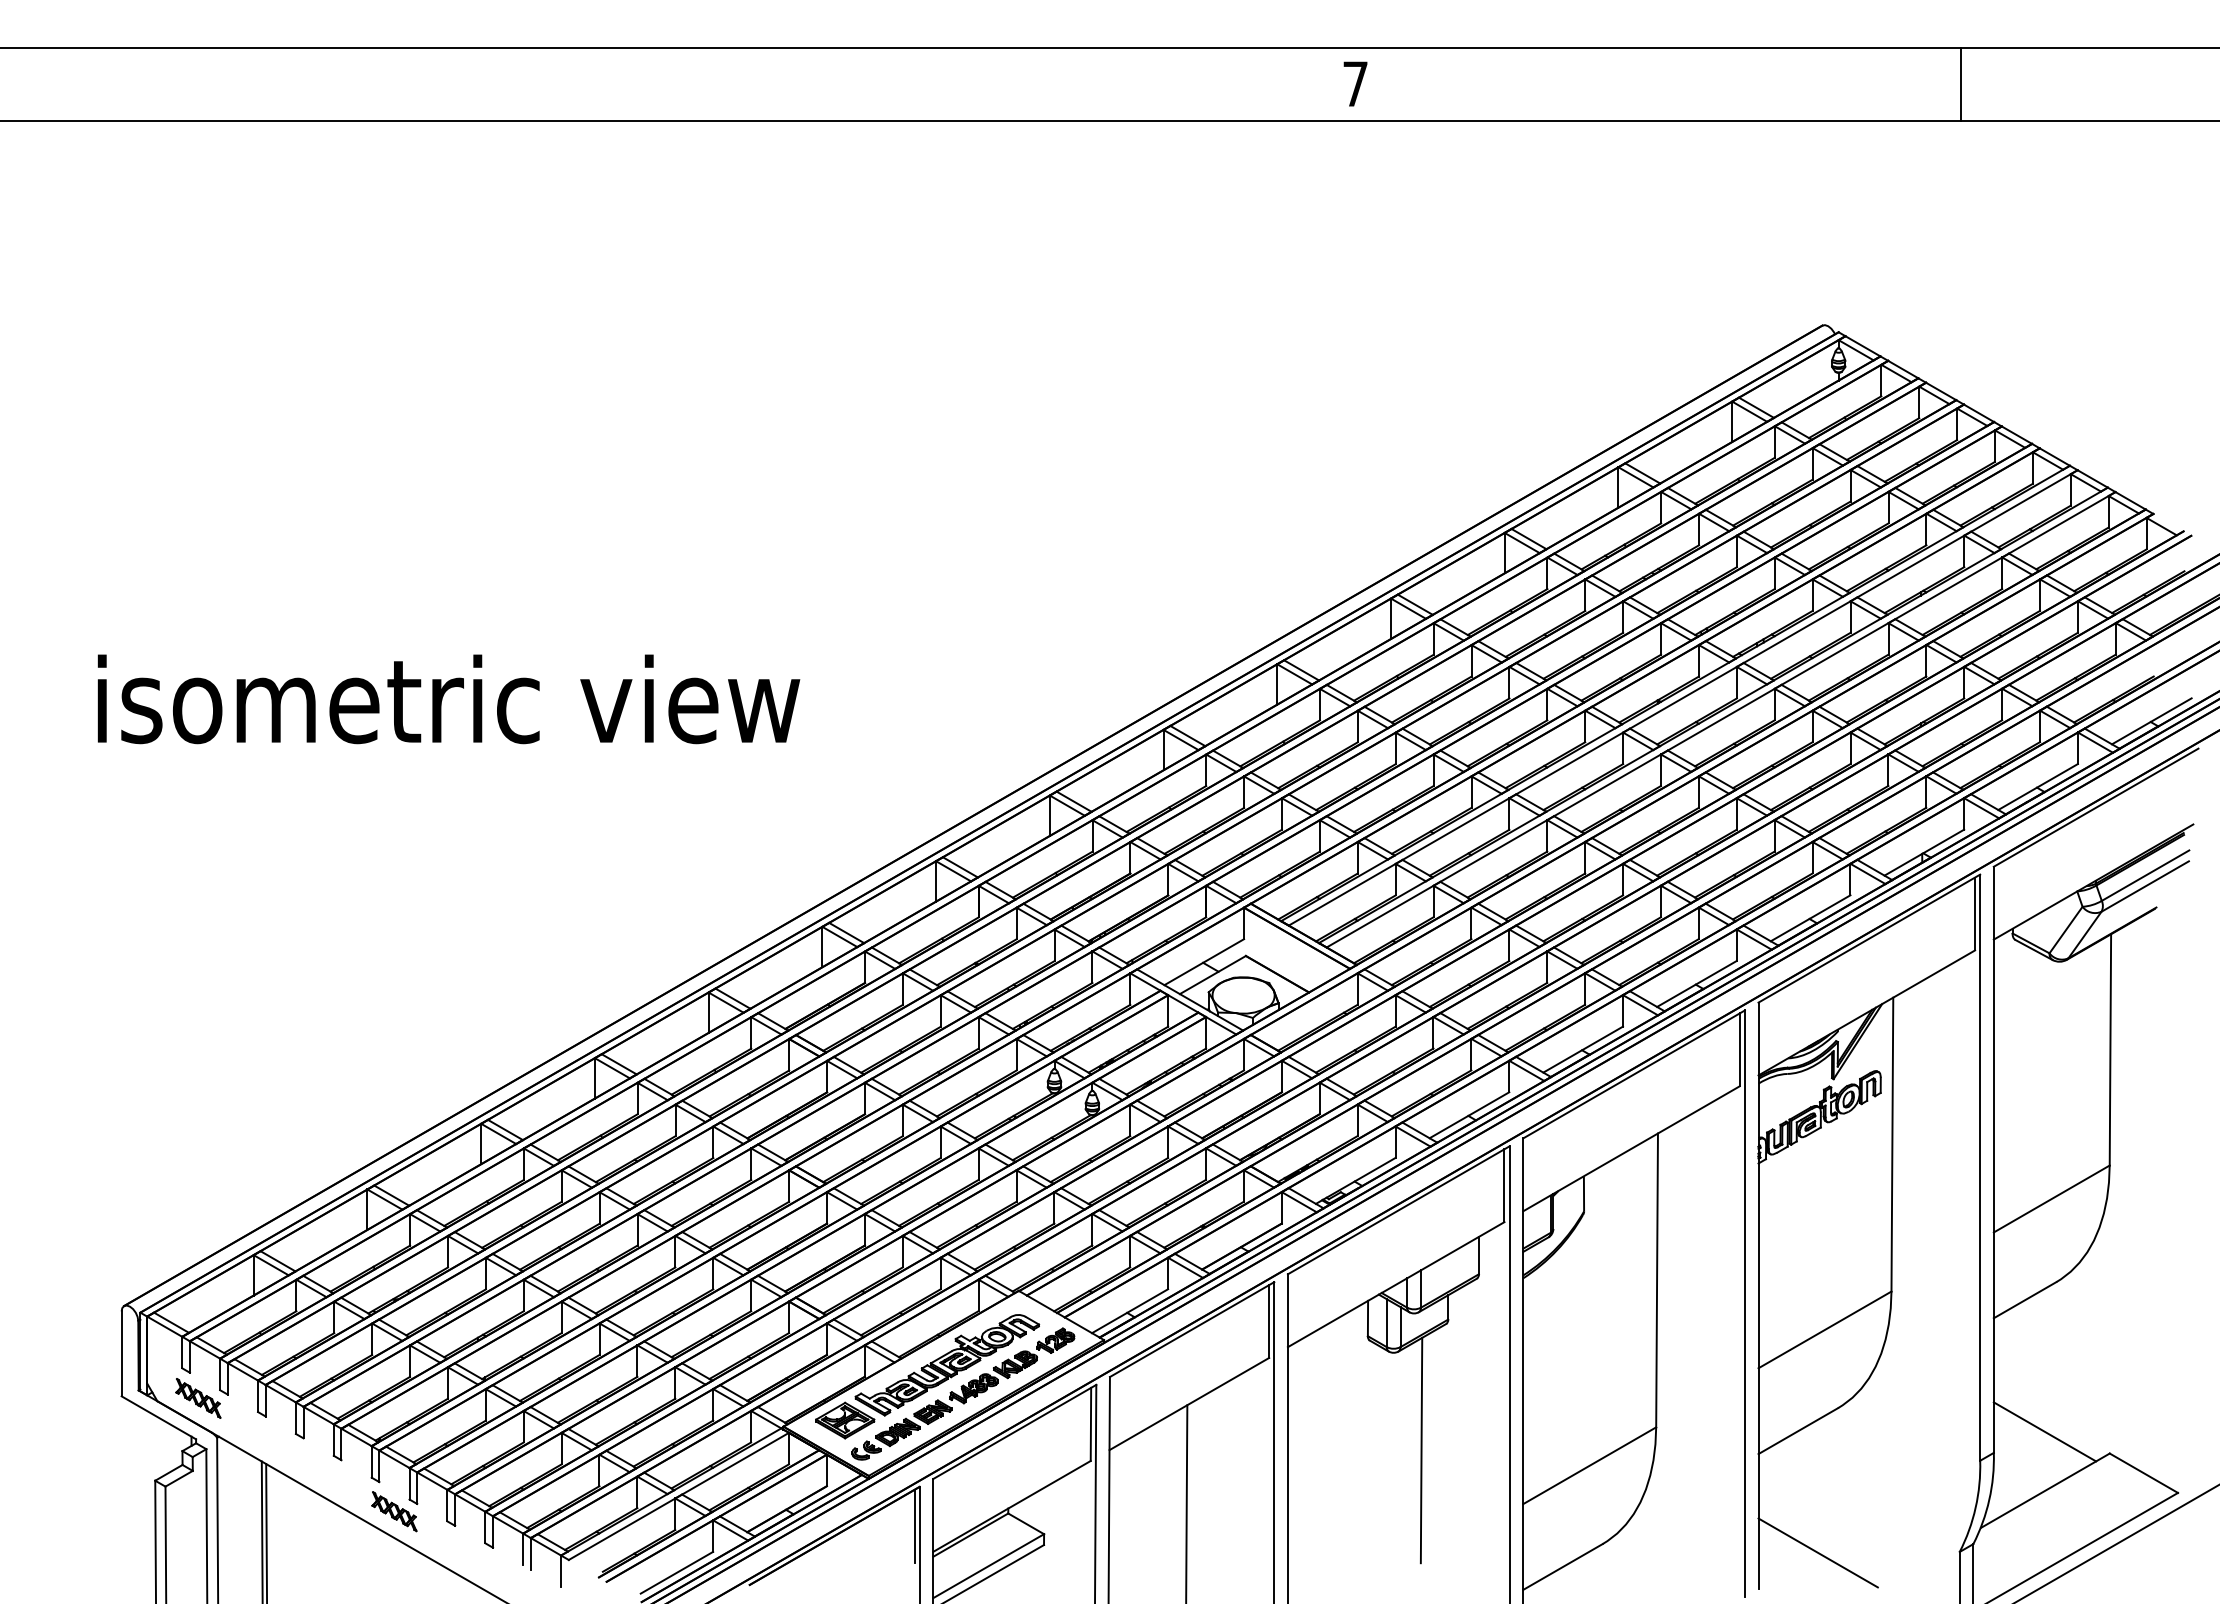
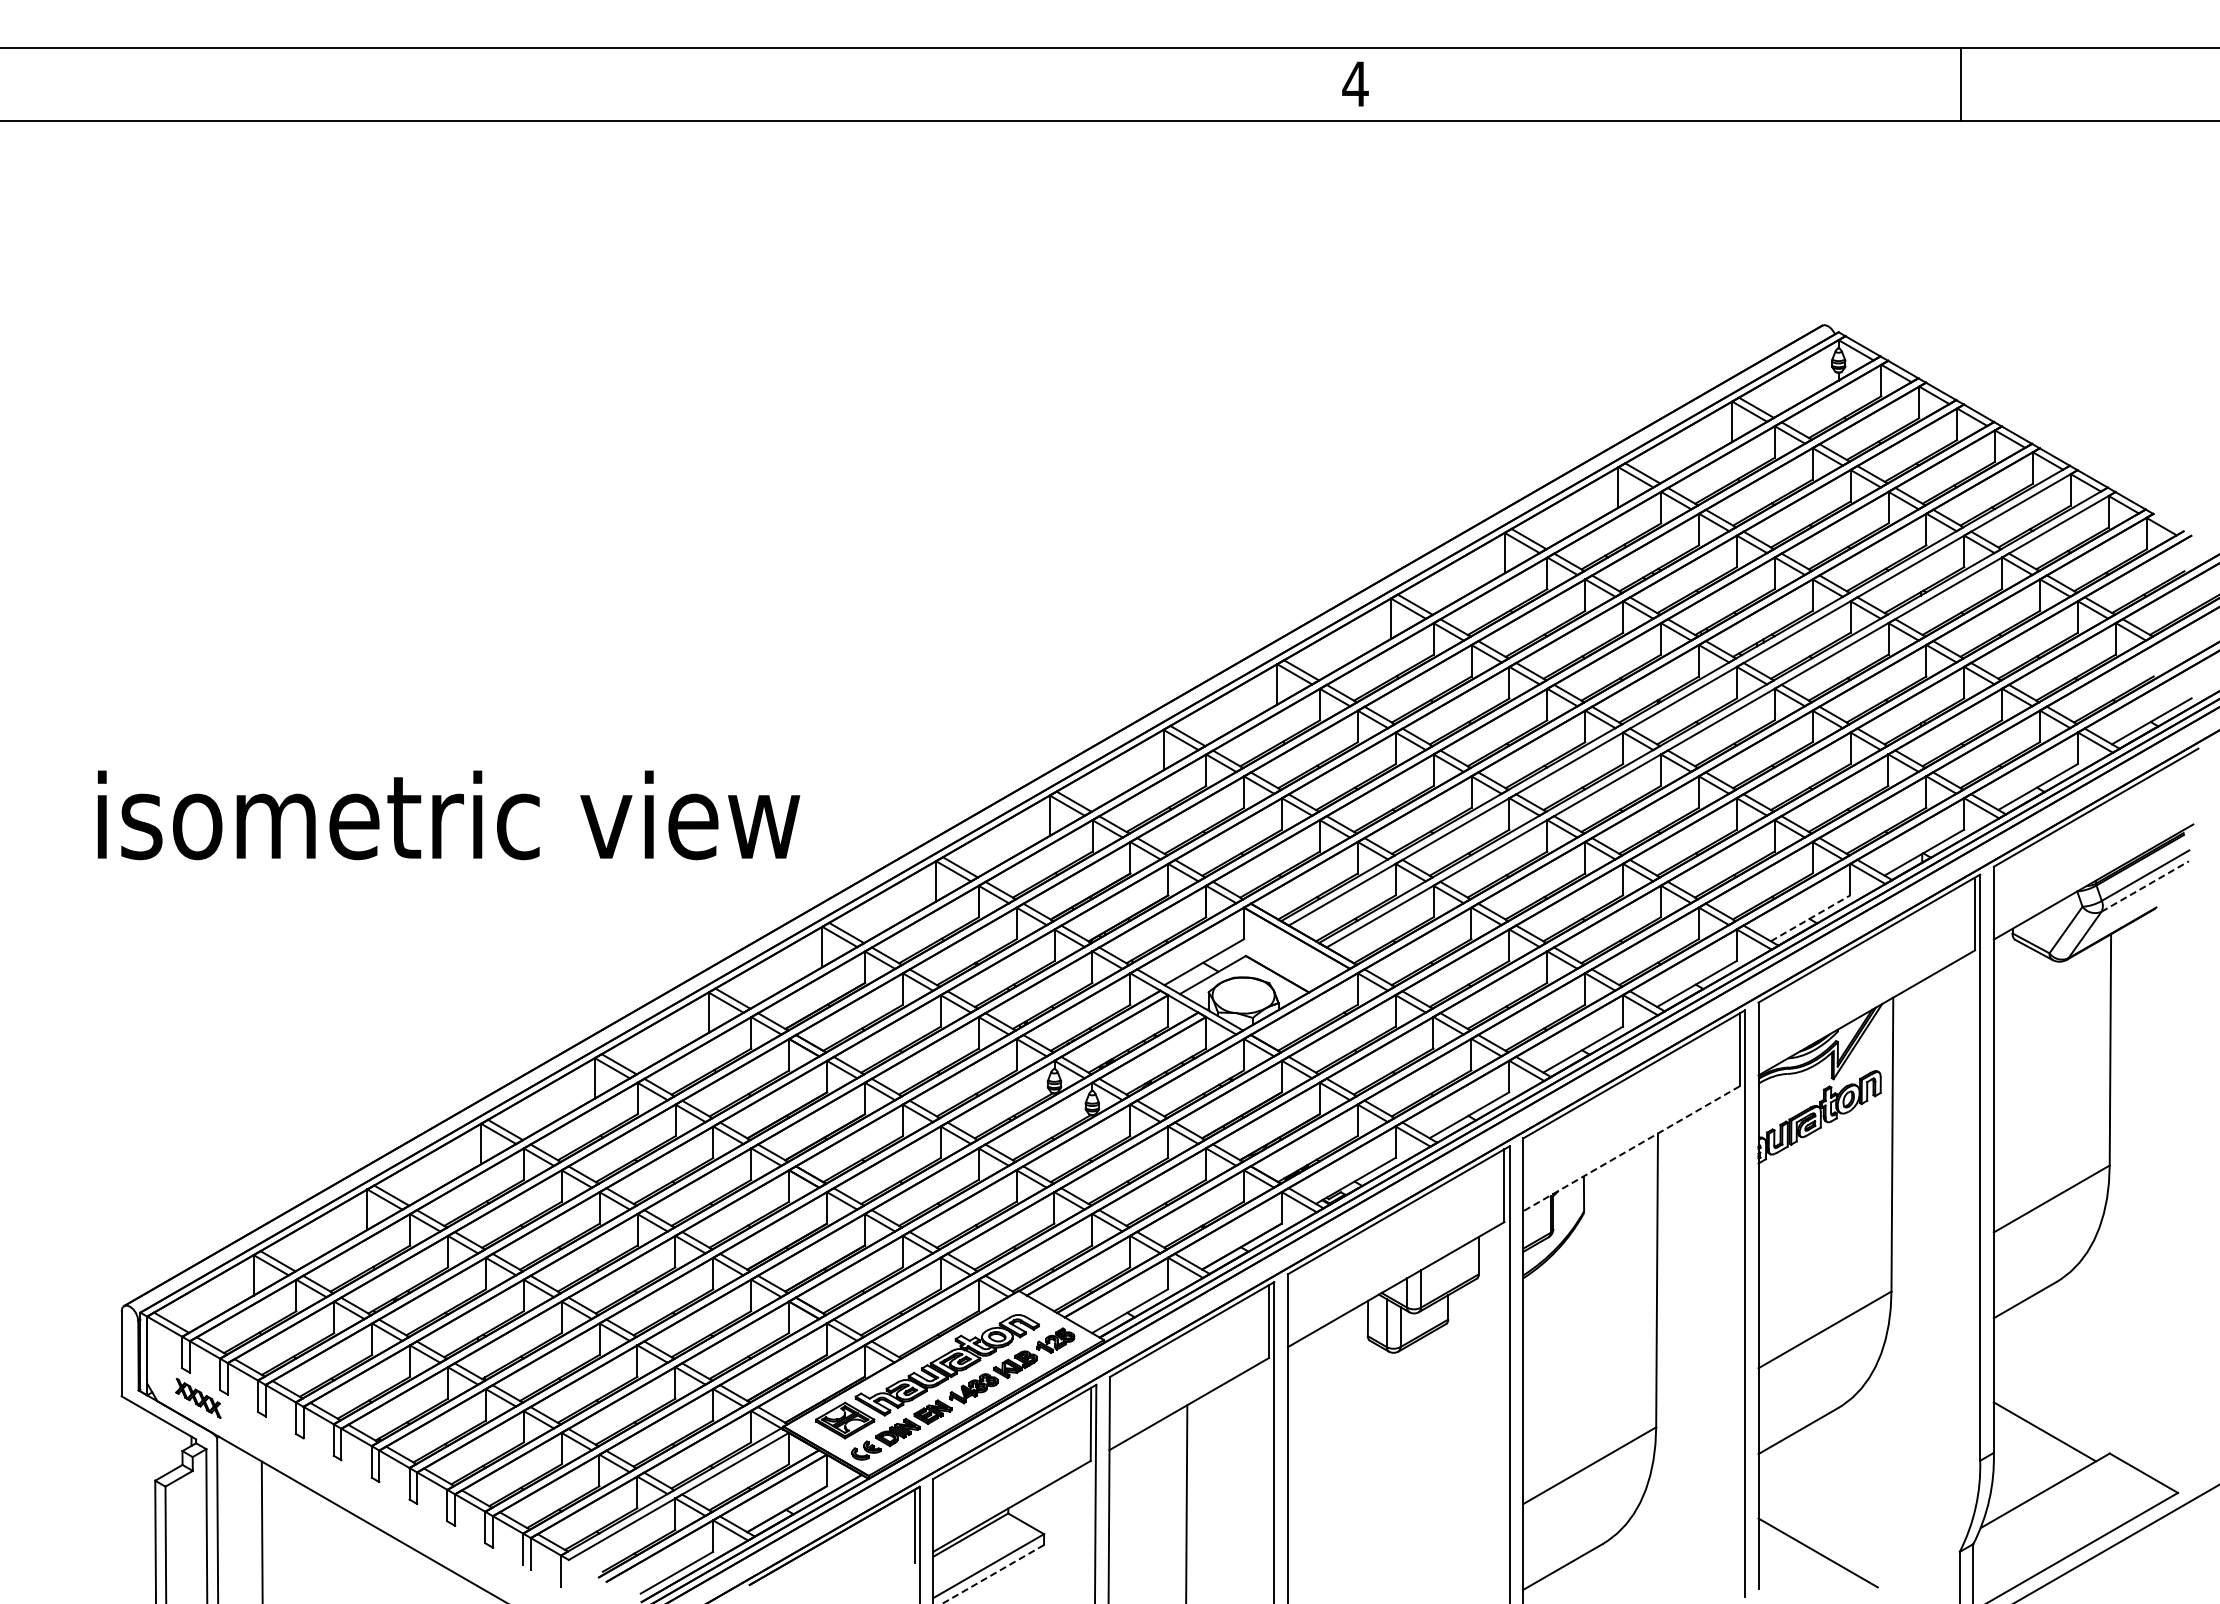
text at (1355, 83): 7 -> 4
text at (448, 699) position: (448, 699) -> (448, 815)
line at (2145, 886): solid -> dashed
line at (1810, 918): solid -> dashed
line at (1631, 1149): solid -> dashed
line at (1421, 1450): present -> none
part at (394, 1511): present -> none
line at (266, 1532): present -> none
line at (992, 1574): solid -> dashed
